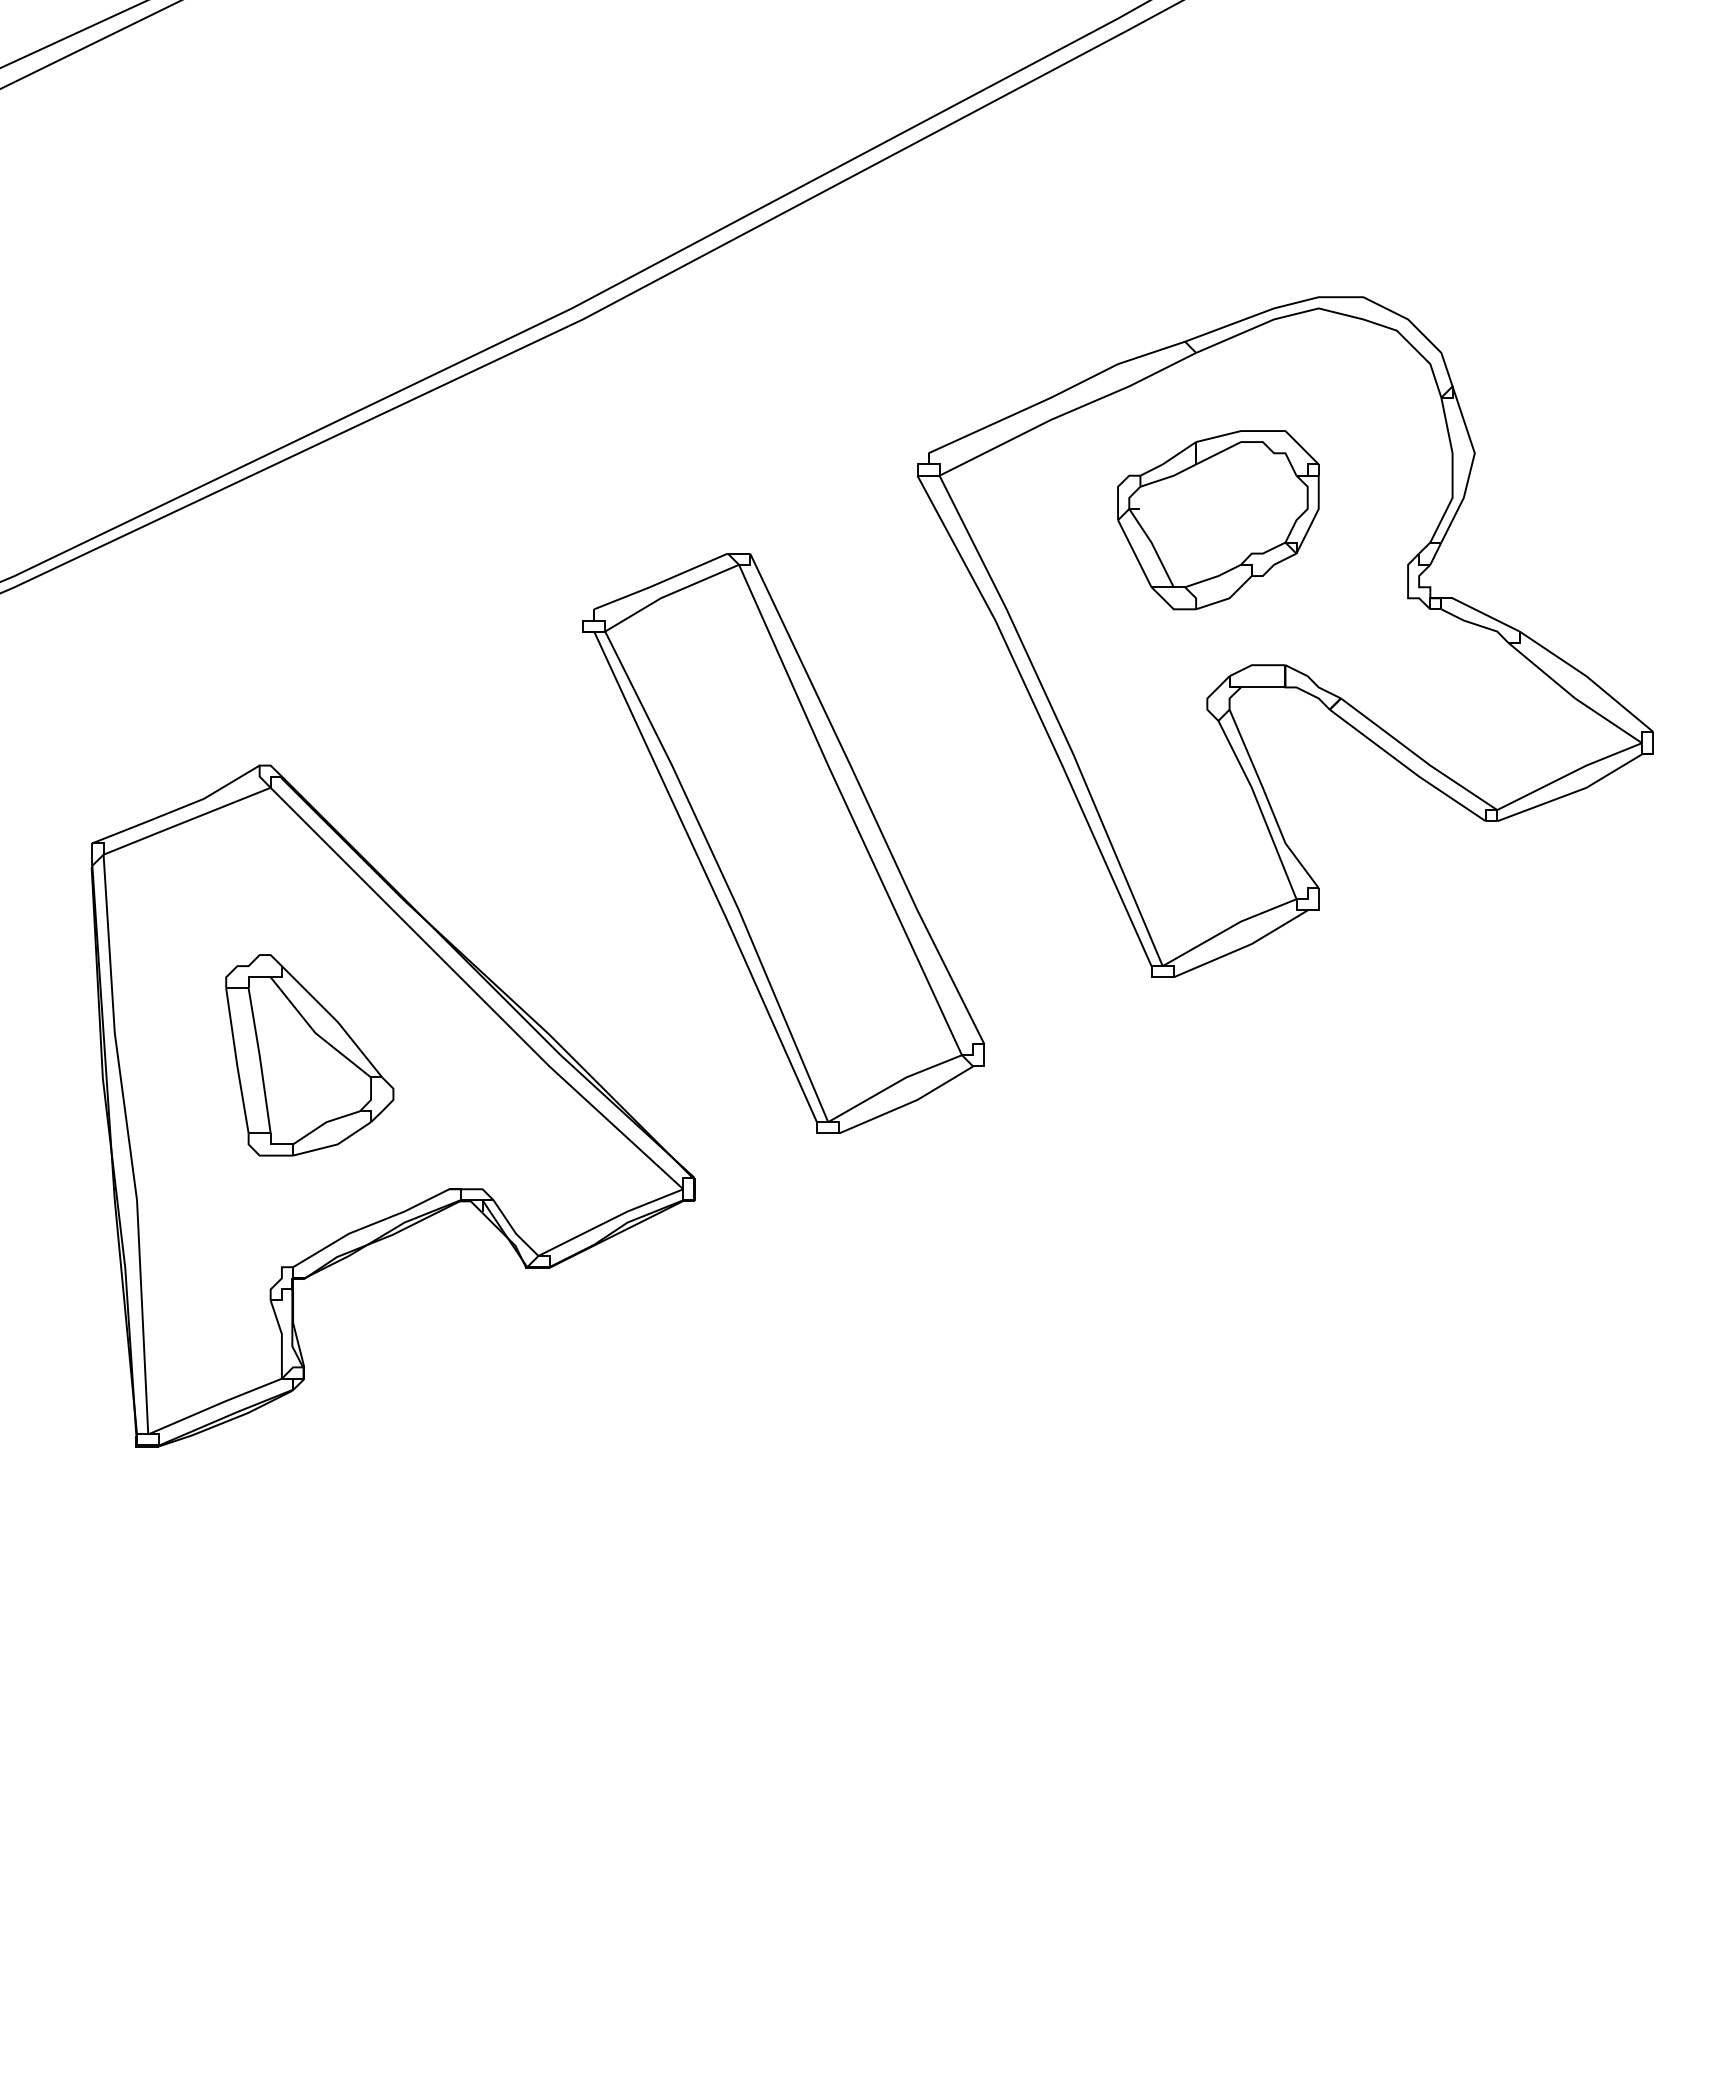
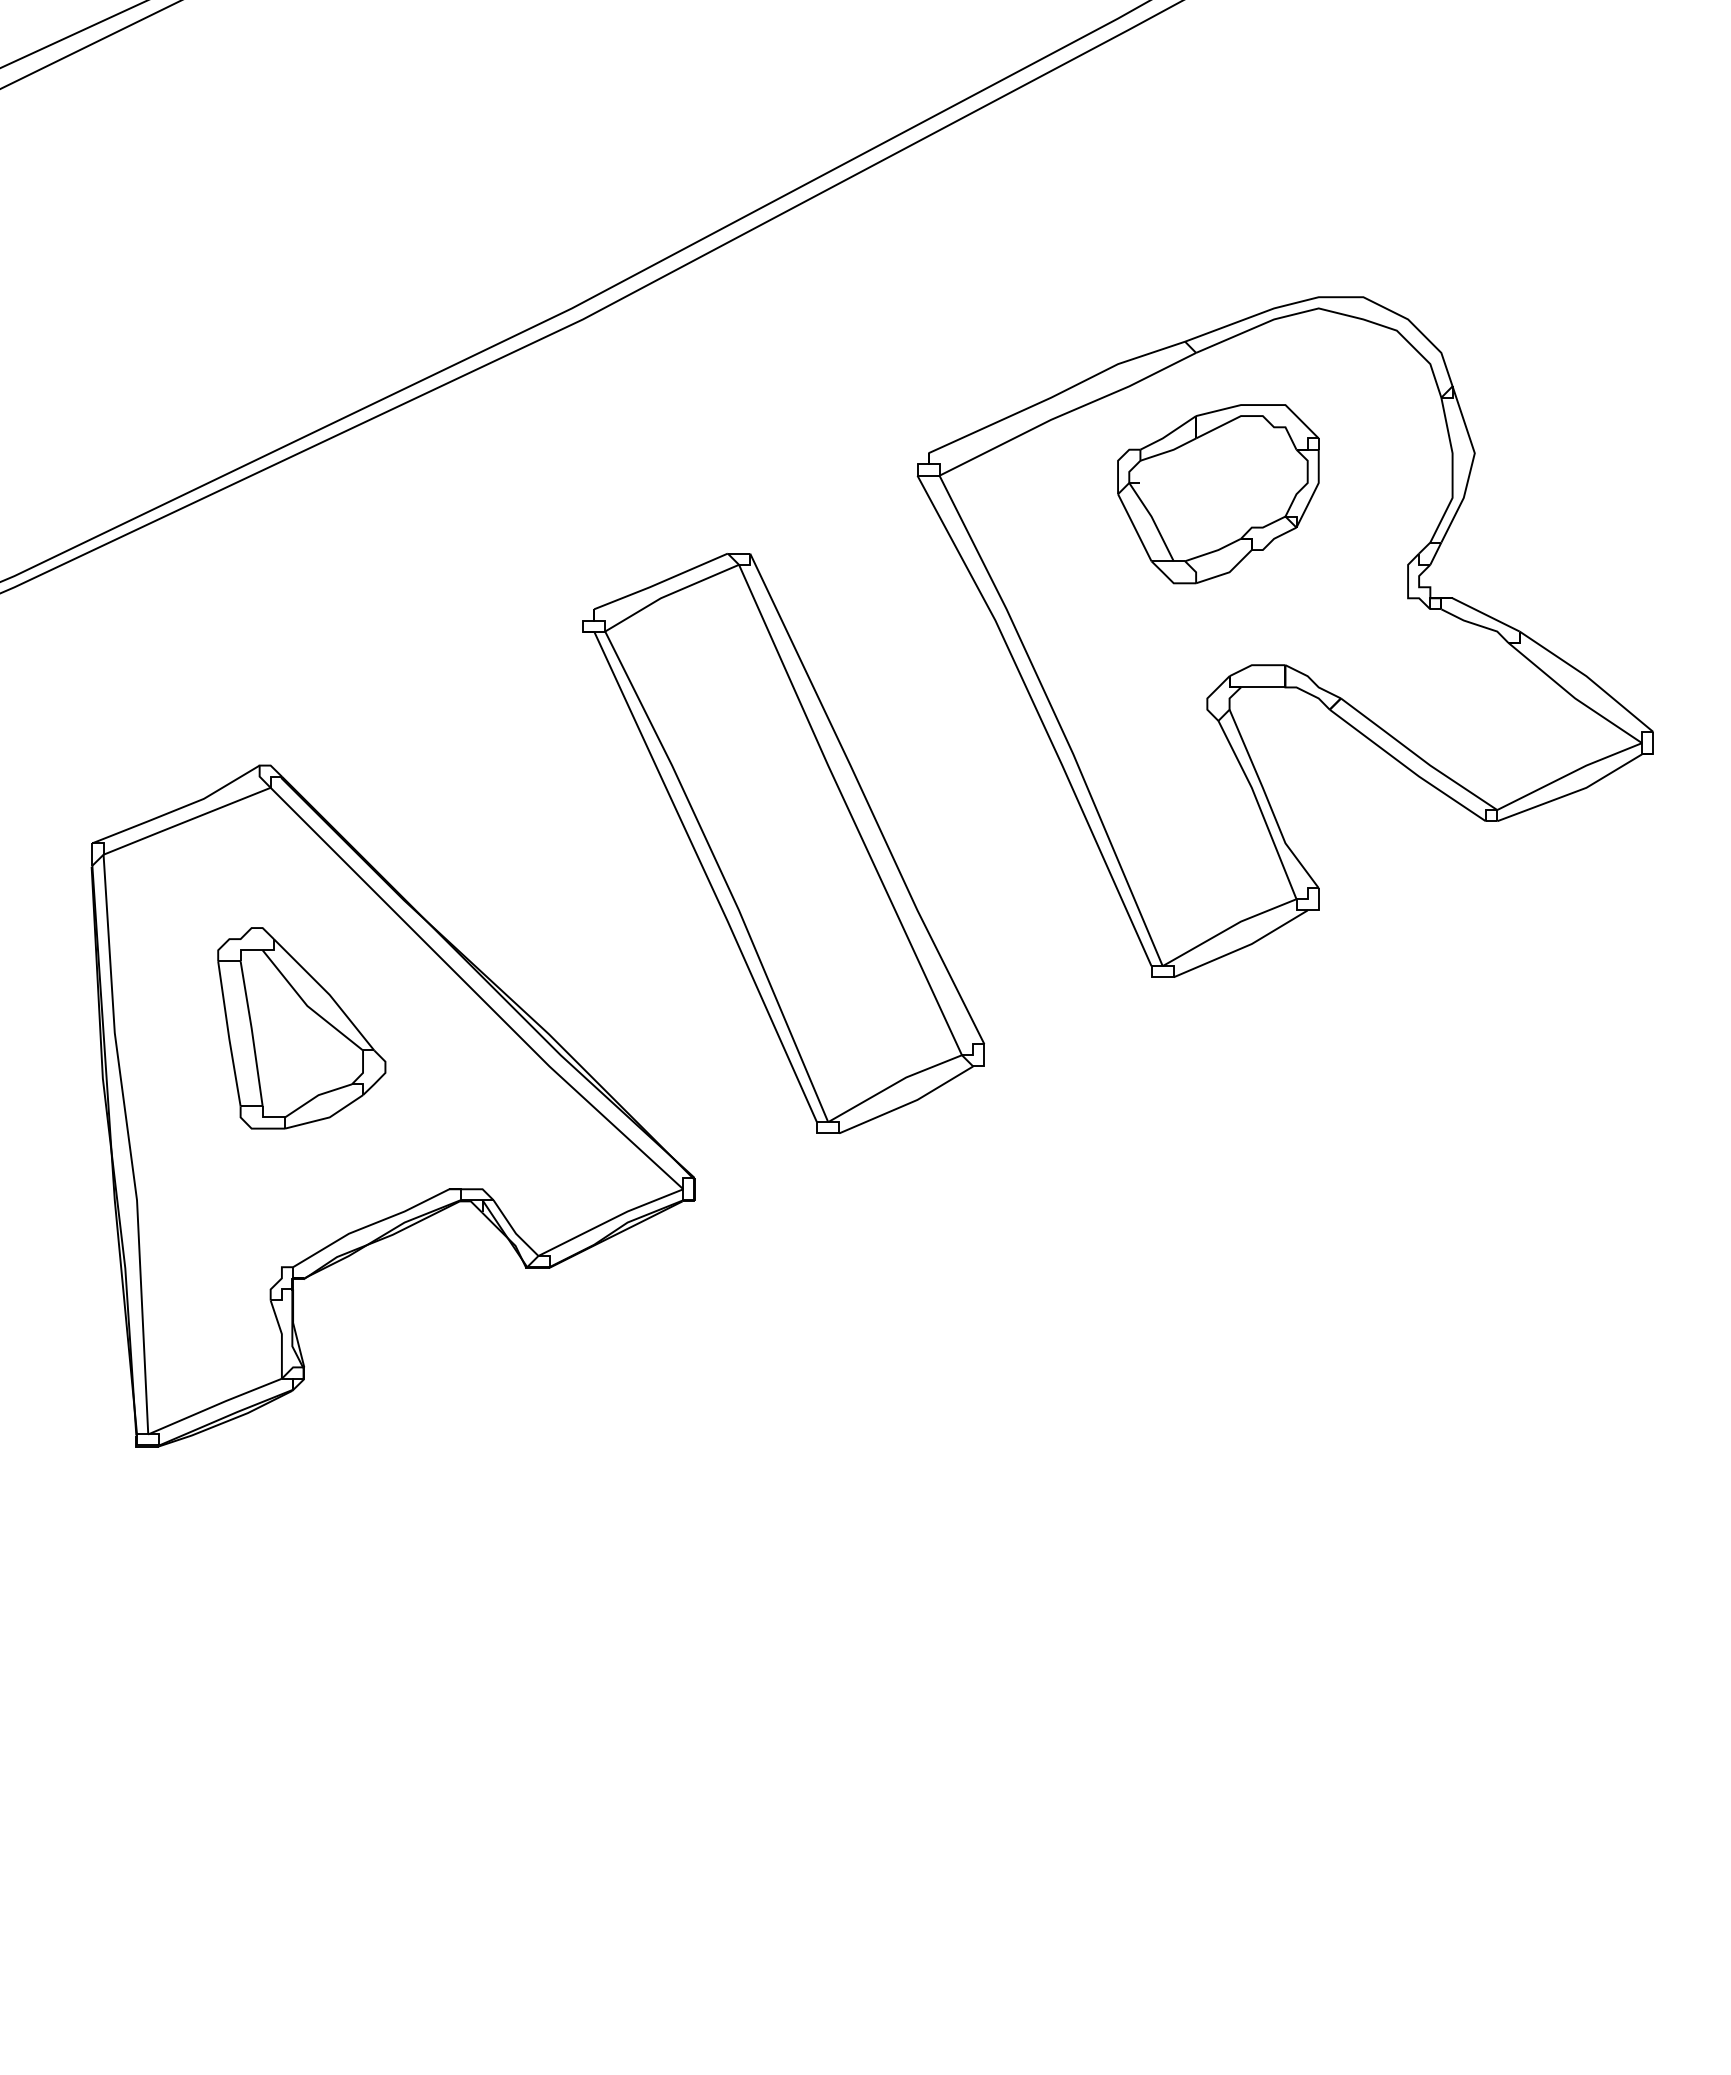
part at (1218, 520) position: (1218, 520) -> (1218, 494)
part at (309, 1055) position: (309, 1055) -> (301, 1028)
